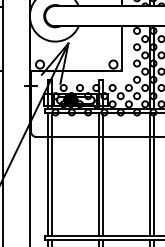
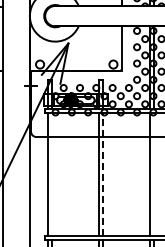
line at (52, 174): present -> none
line at (103, 174): solid -> dashed
line at (154, 174): present -> none
